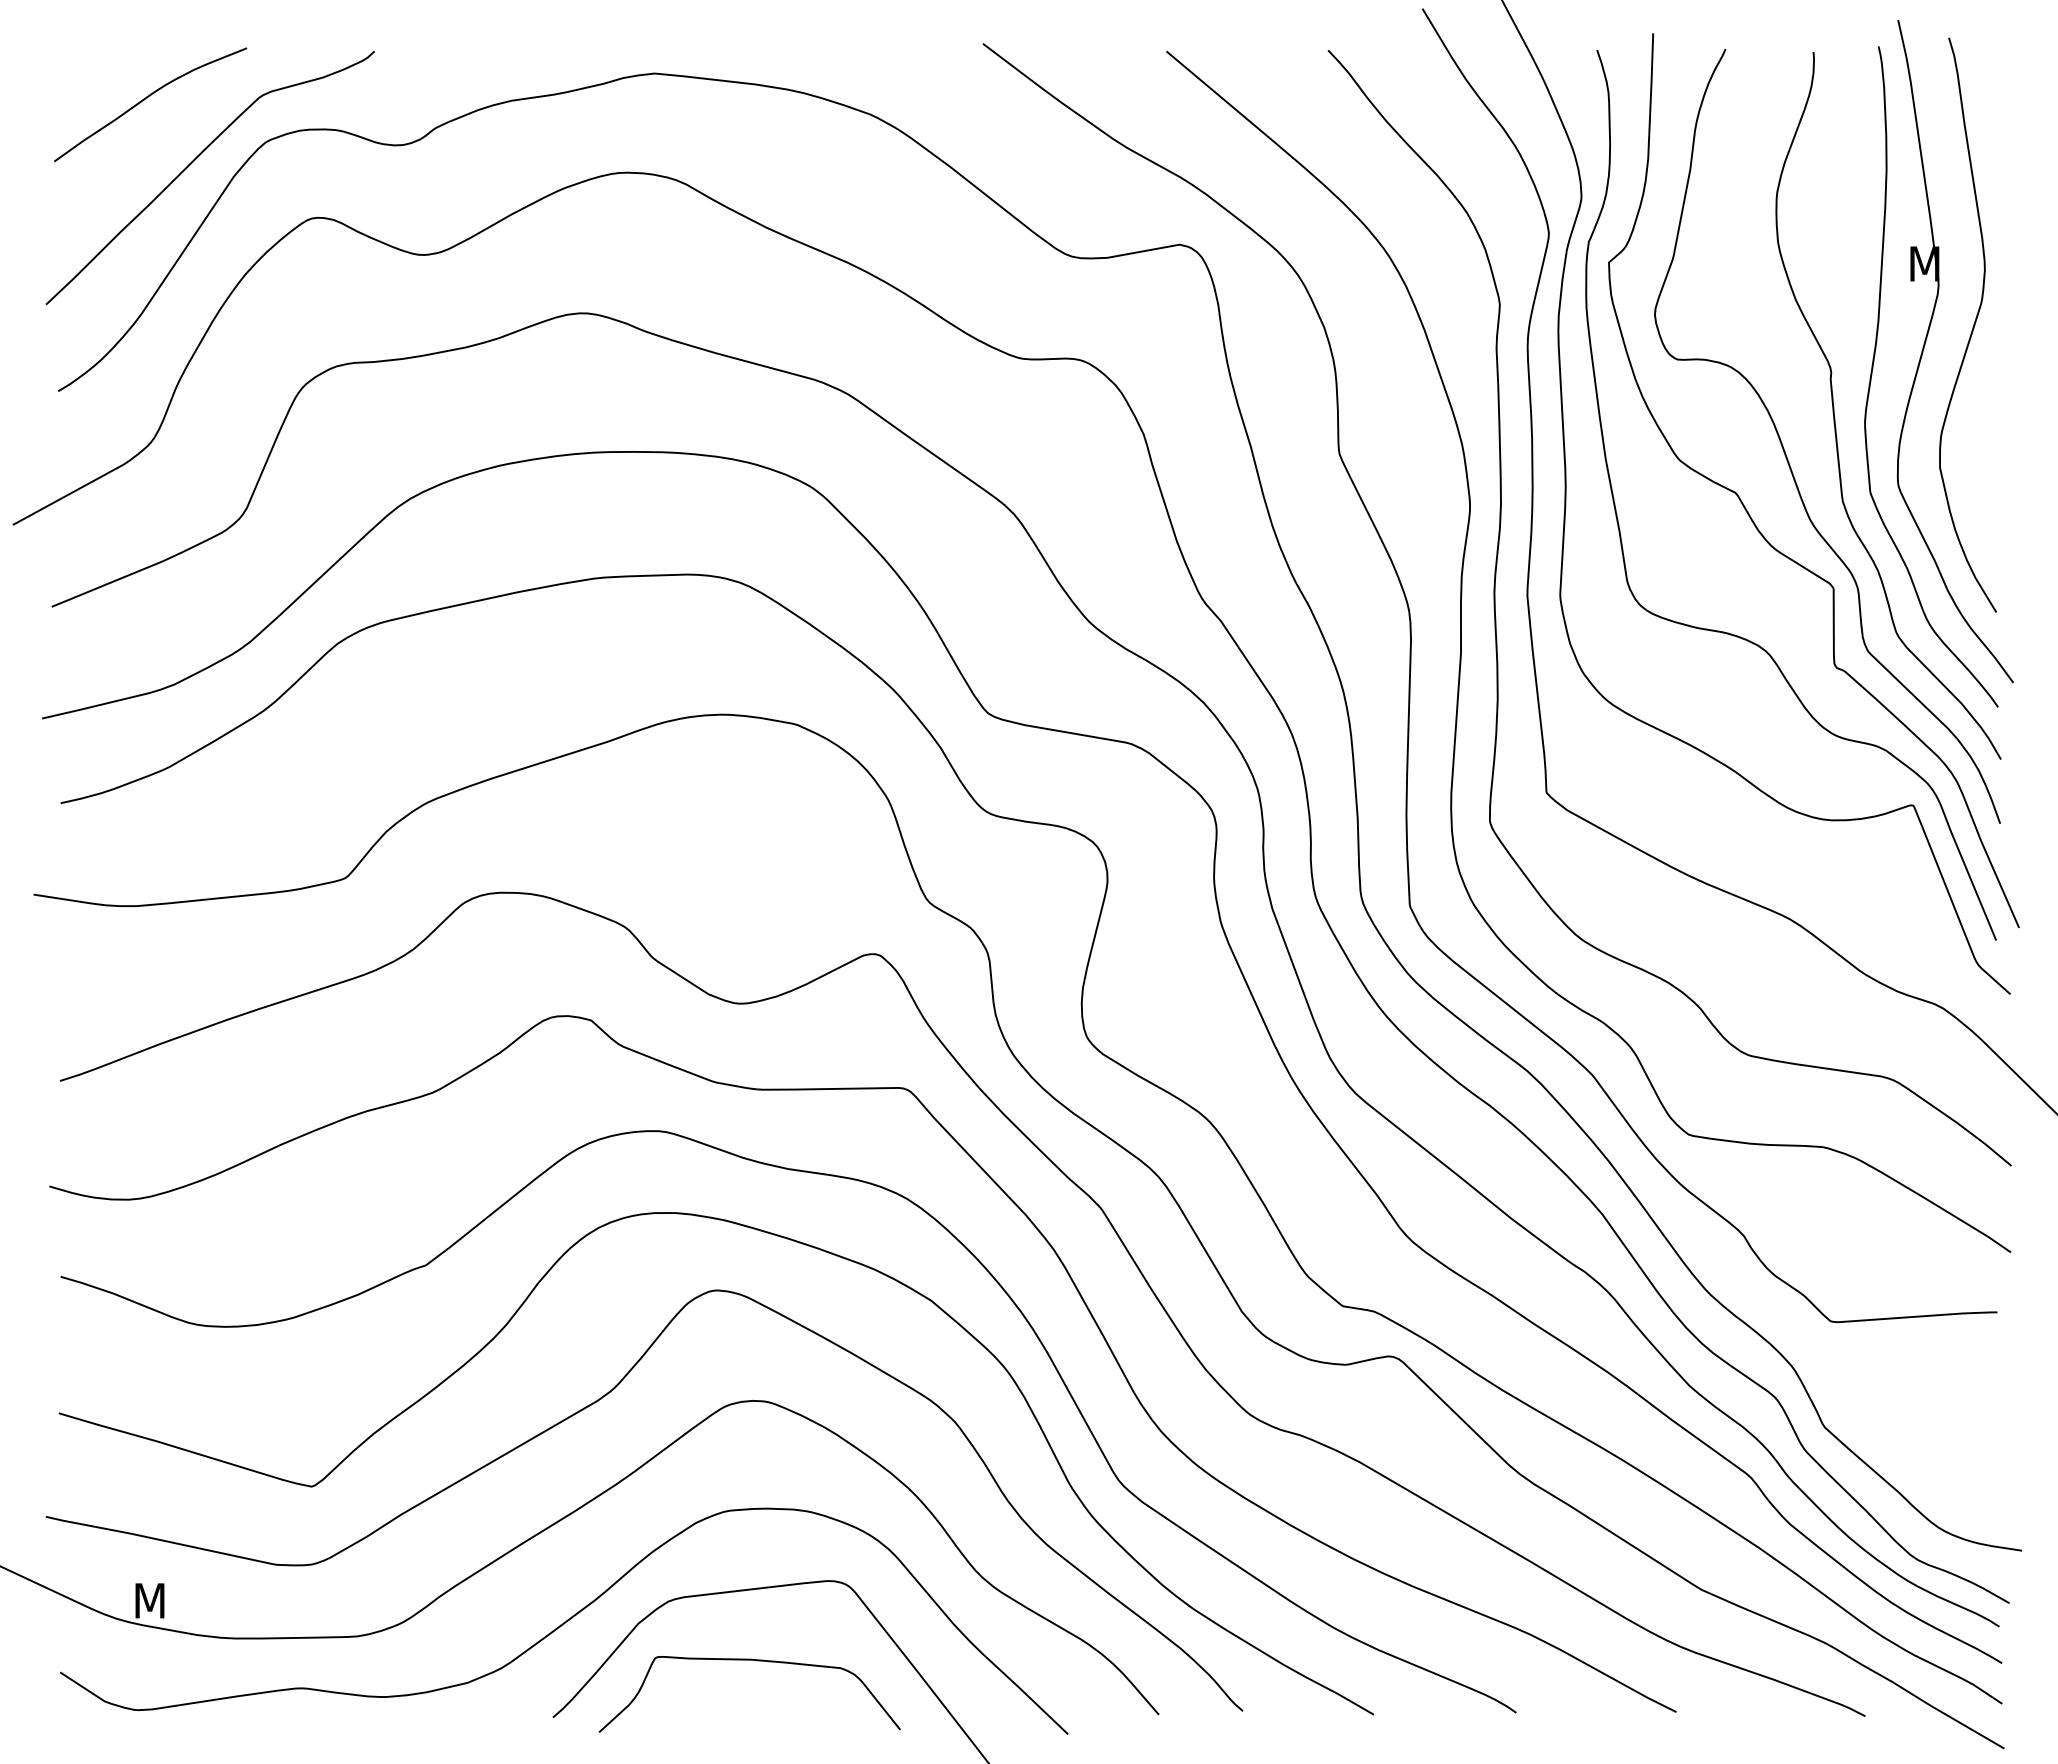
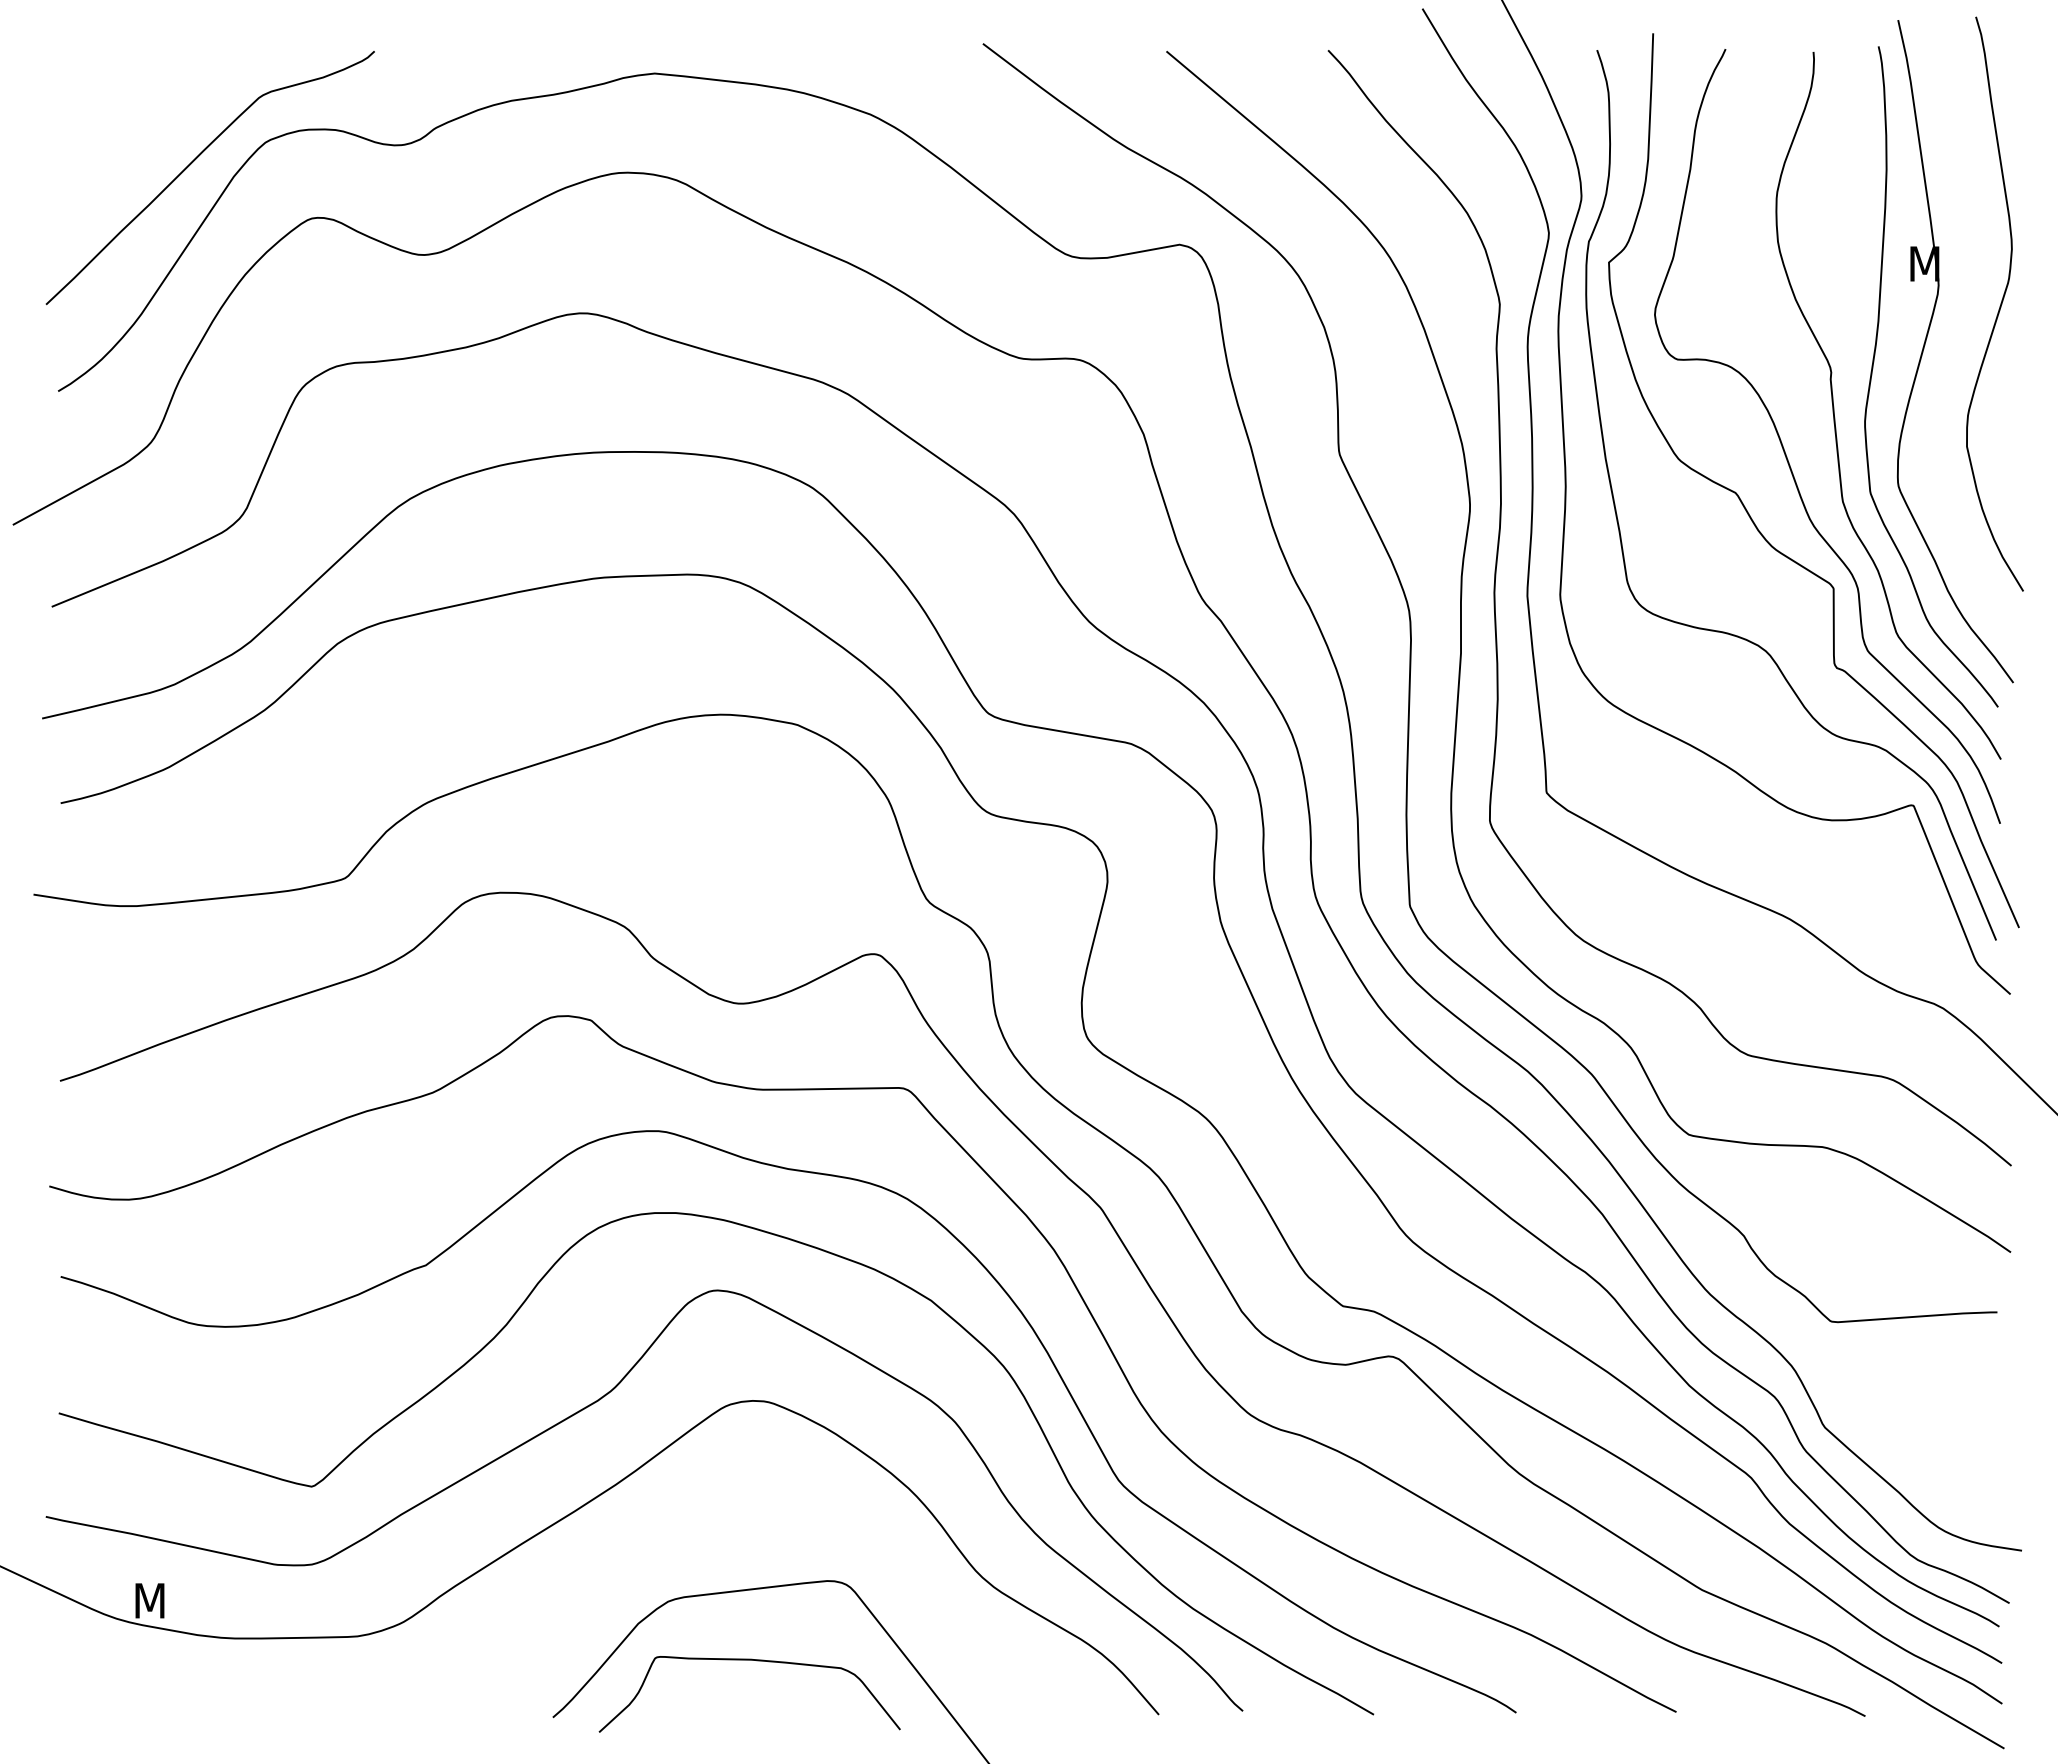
curve at (147, 98): present -> none
curve at (1972, 327) position: (1972, 327) -> (1999, 306)
curve at (564, 1621): present -> none
